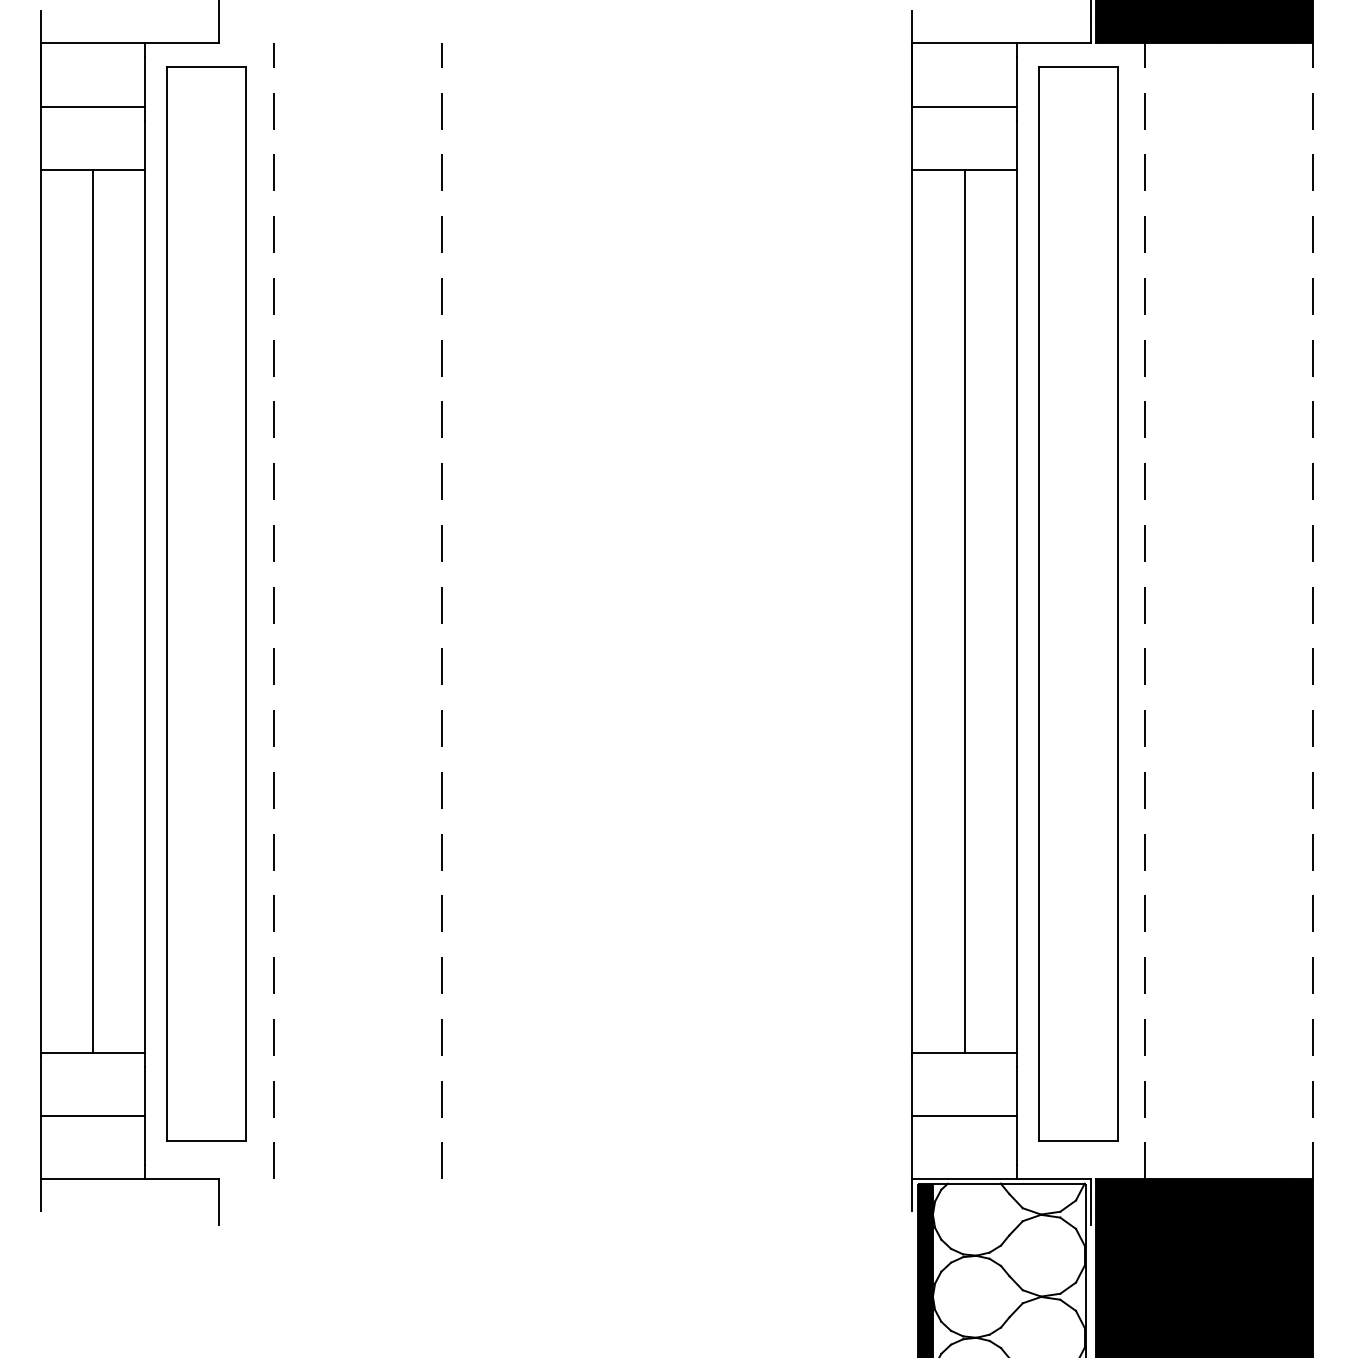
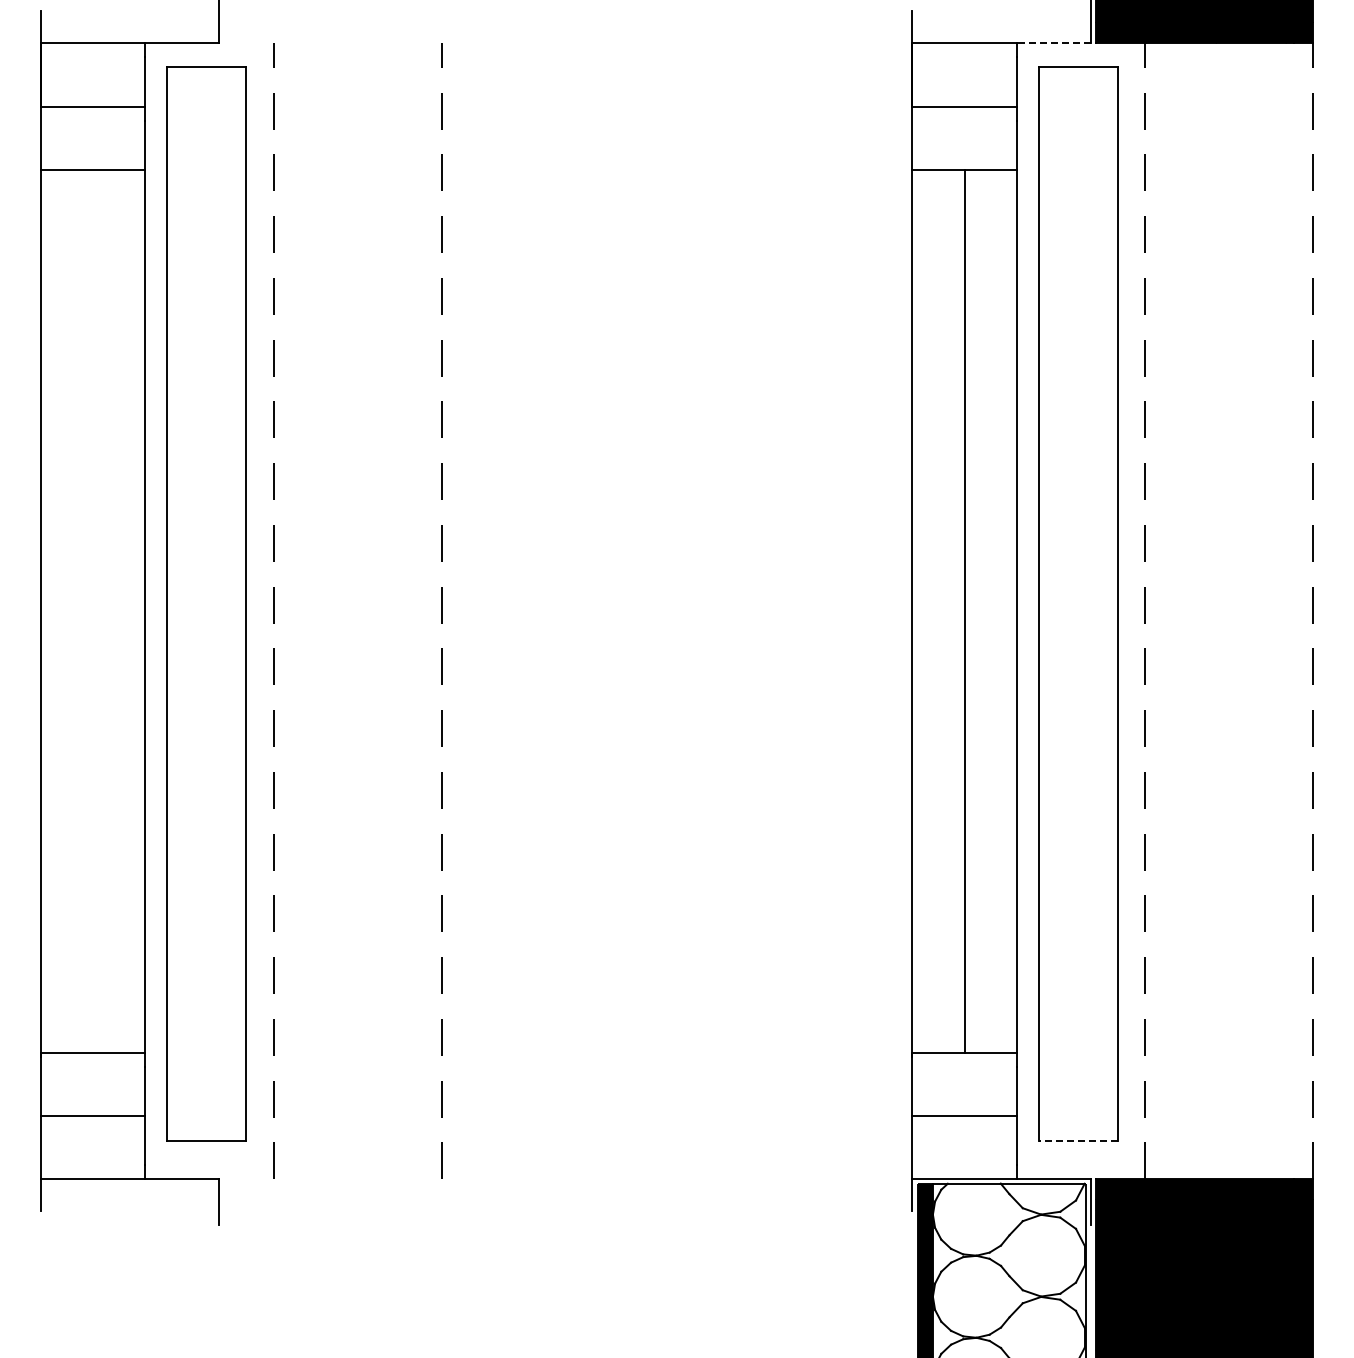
line at (1053, 43): solid -> dashed
line at (93, 611): present -> none
line at (1078, 1140): solid -> dashed
